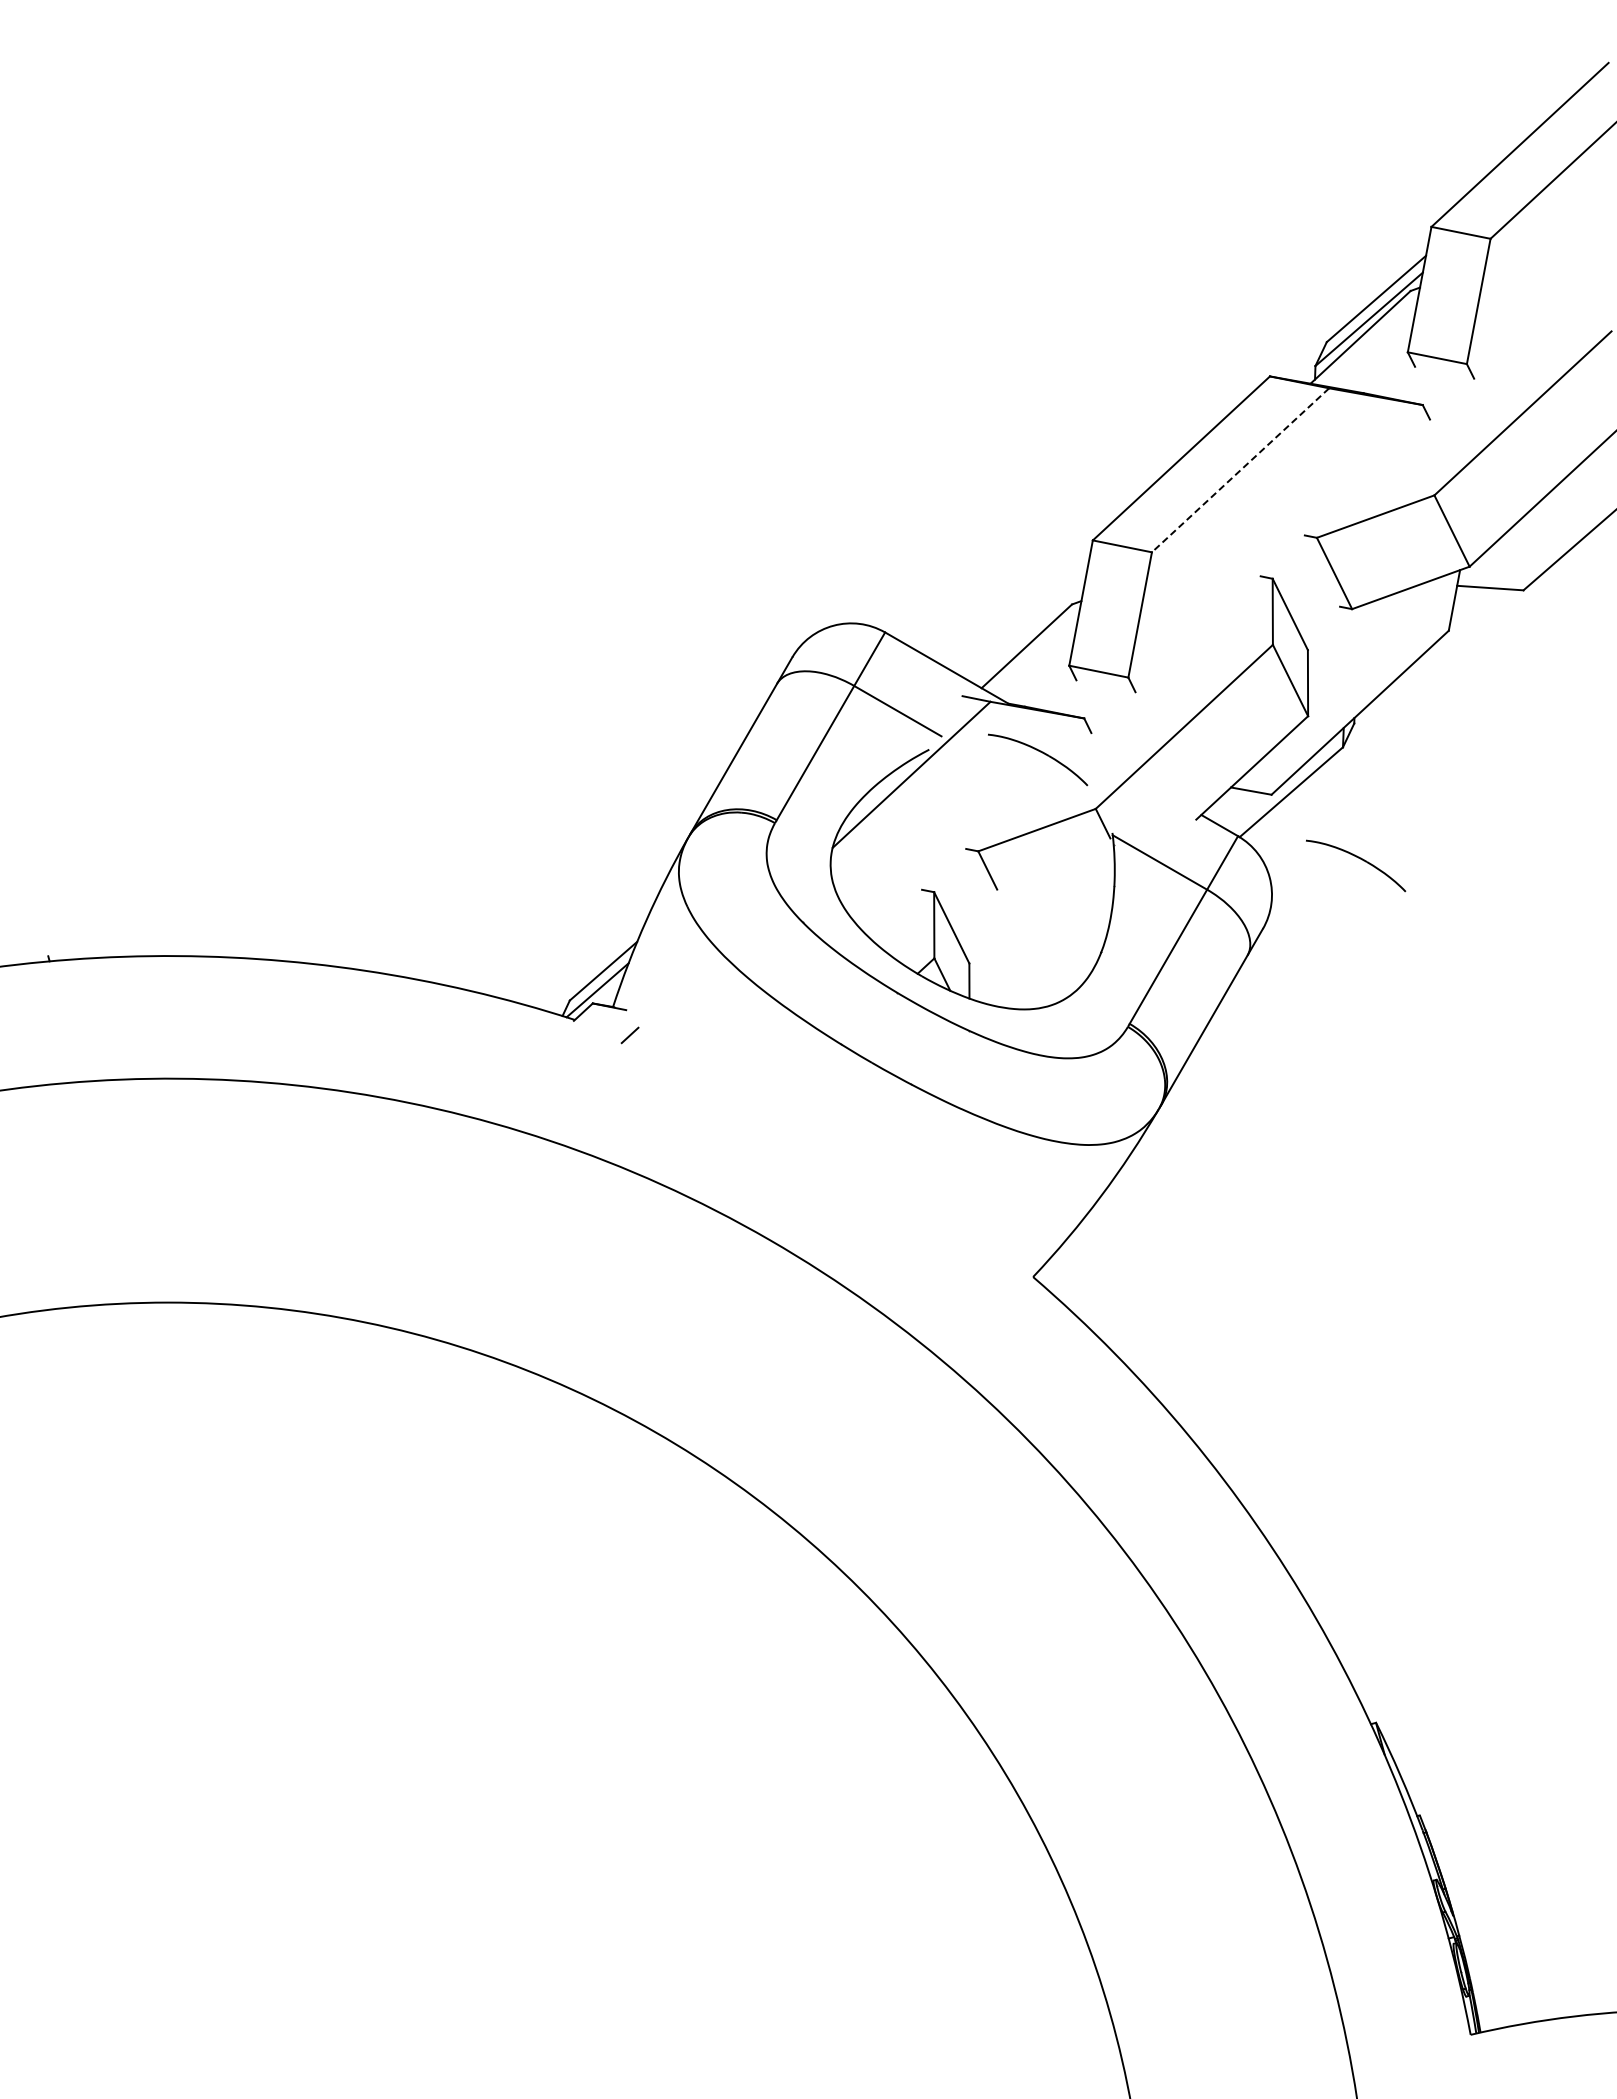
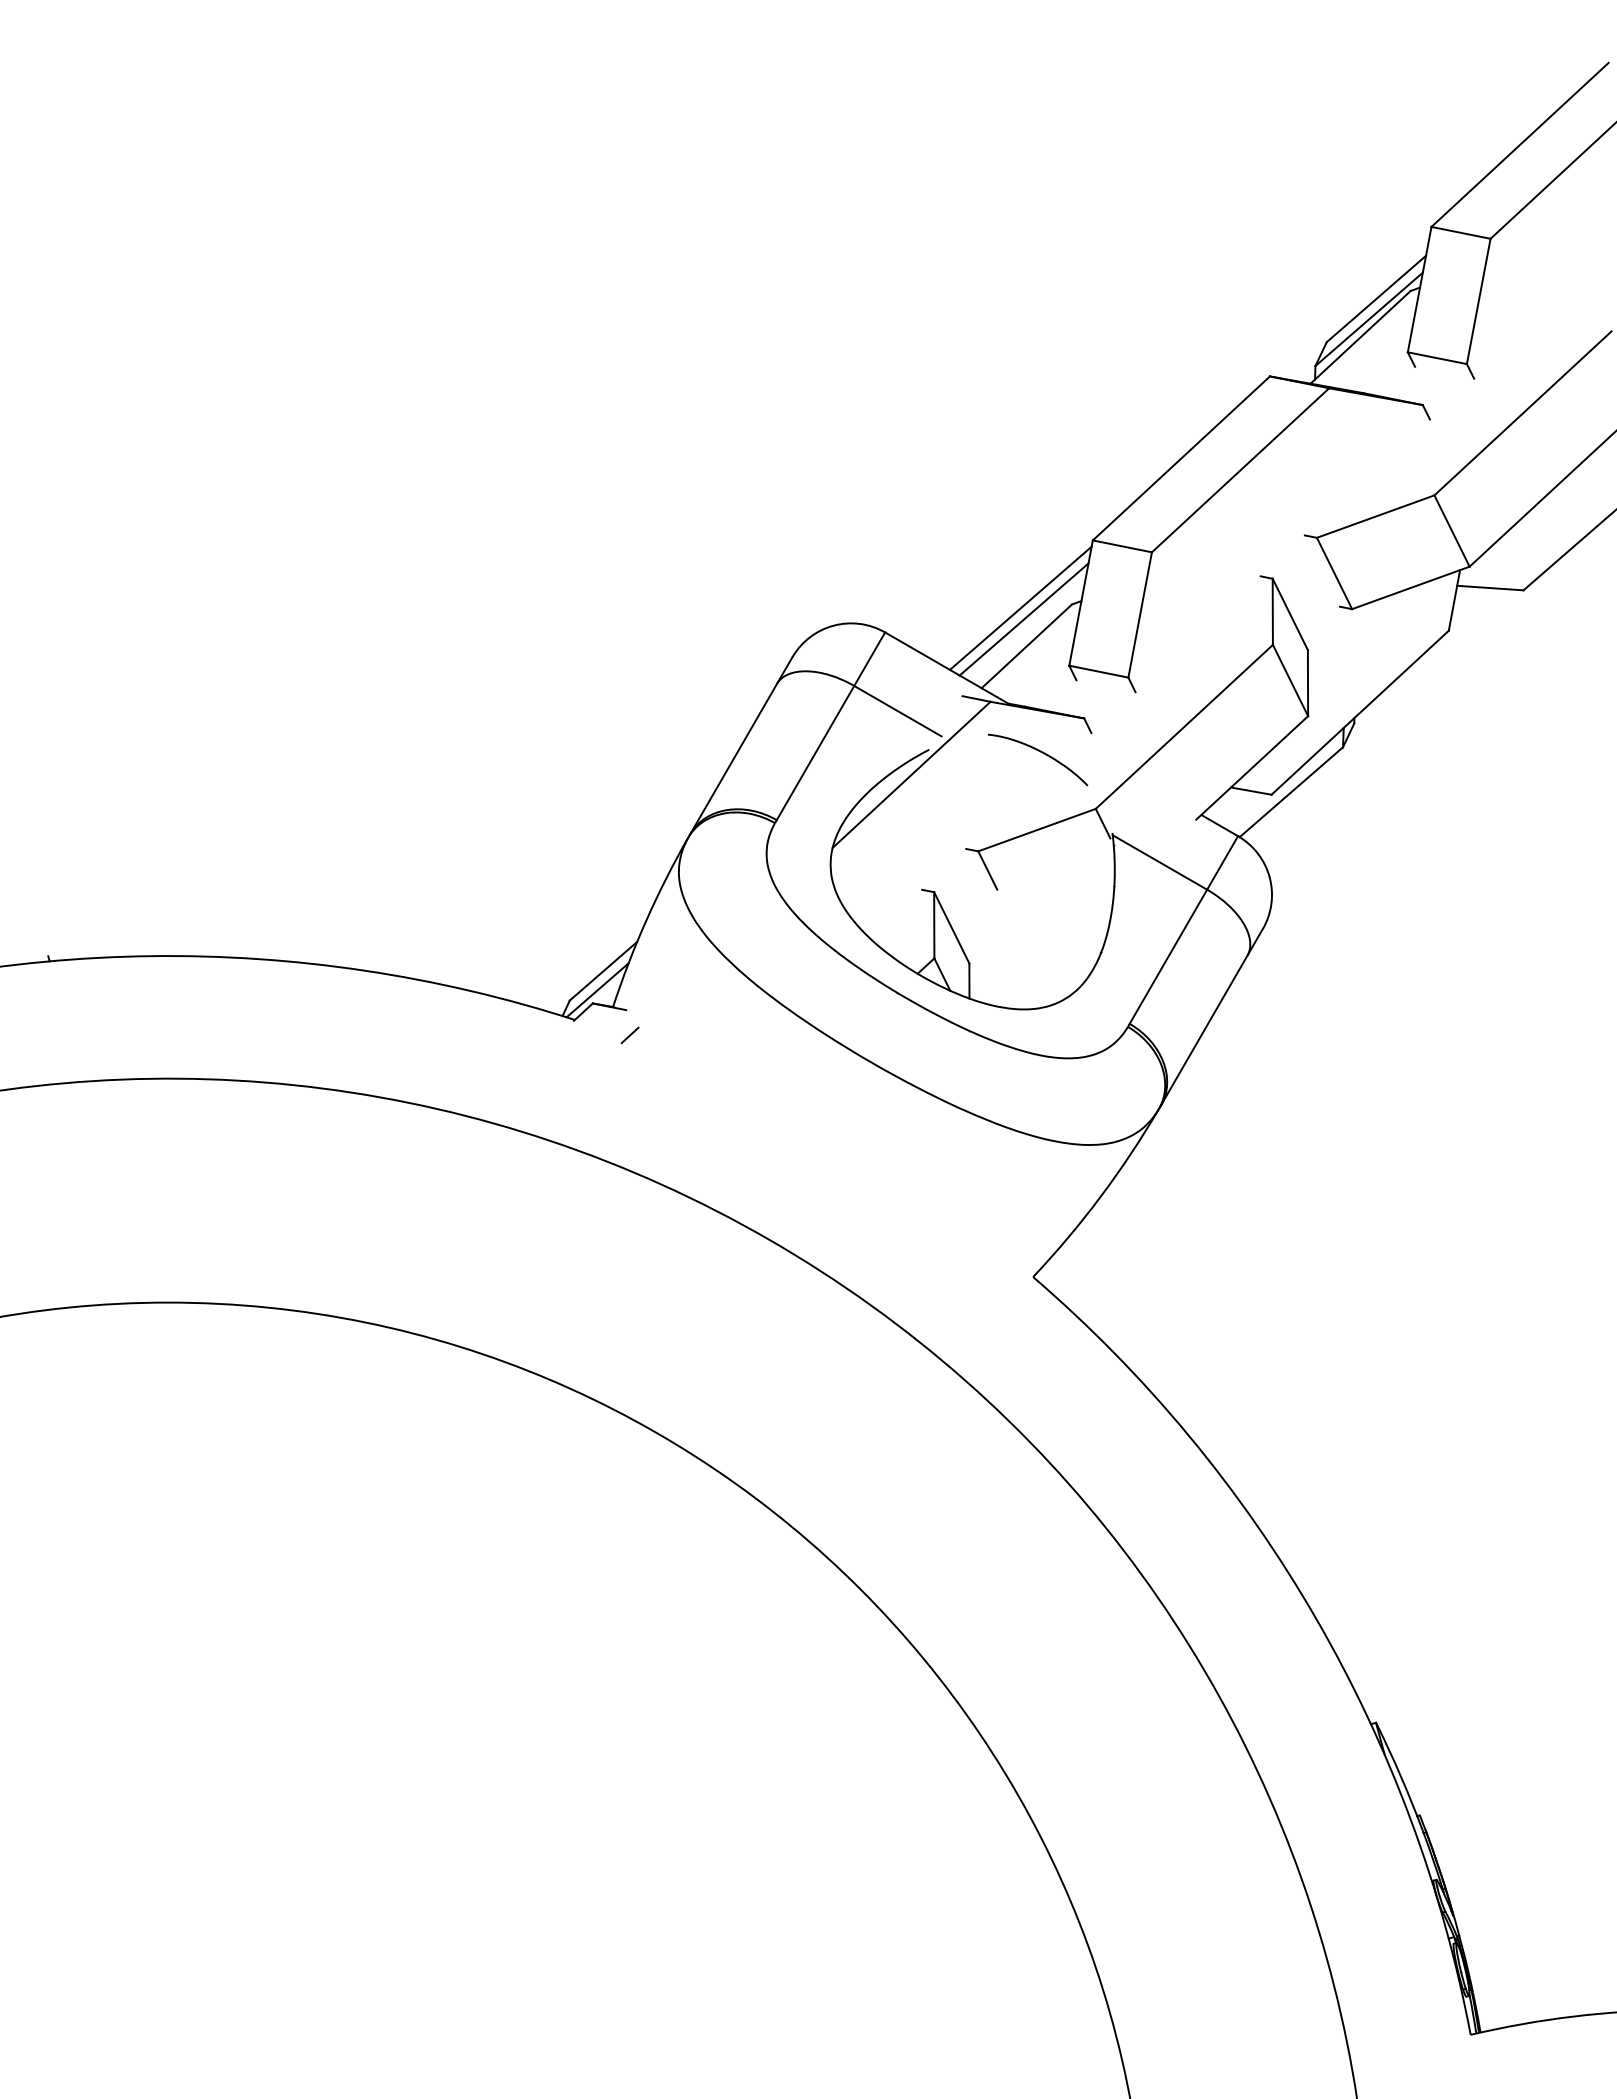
line at (1240, 470): dashed -> solid
line at (1020, 607): none -> present
line at (1023, 619): none -> present
part at (1360, 859): present -> none
